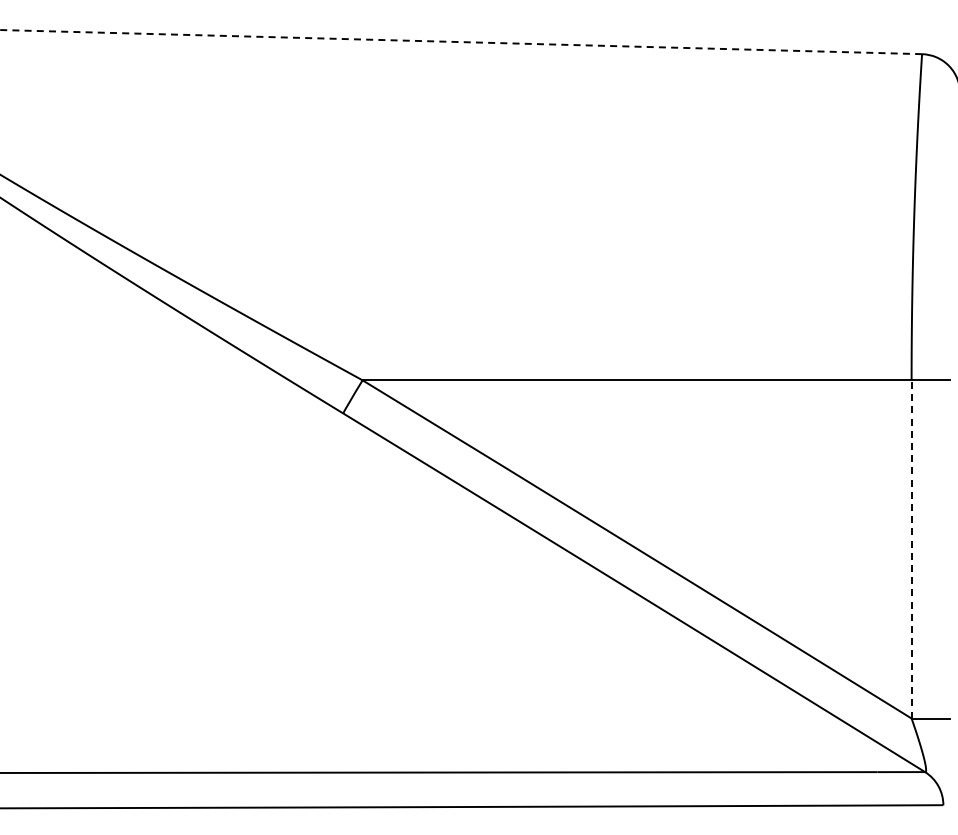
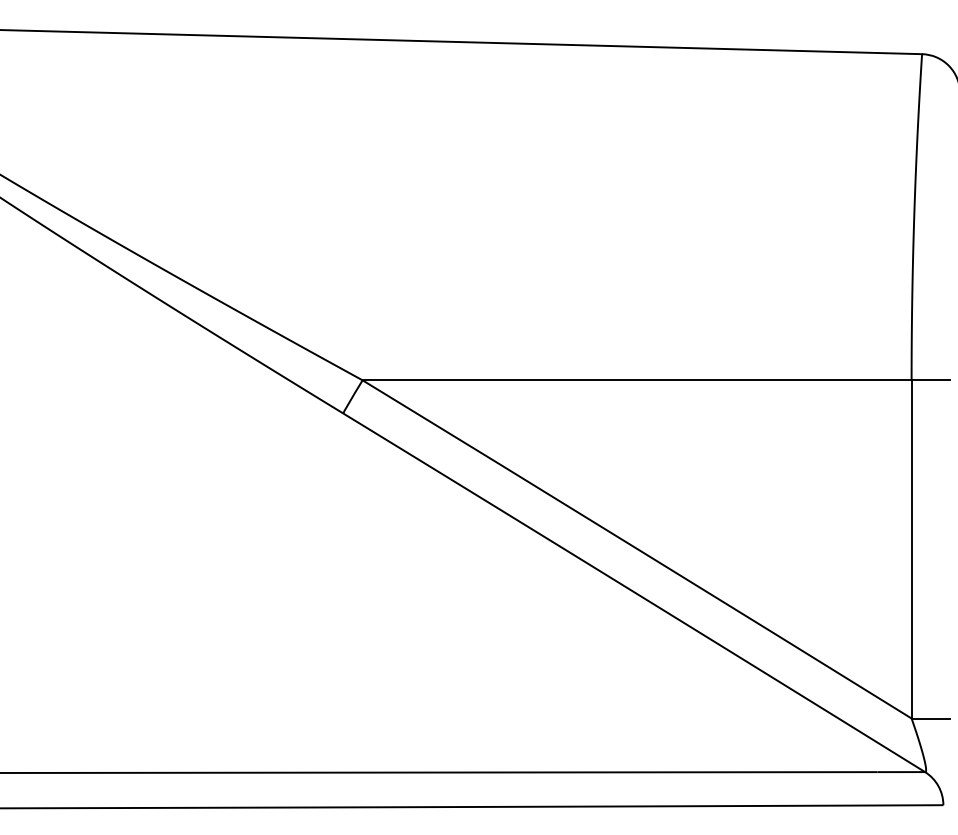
line at (461, 42): dashed -> solid
line at (911, 548): dashed -> solid
